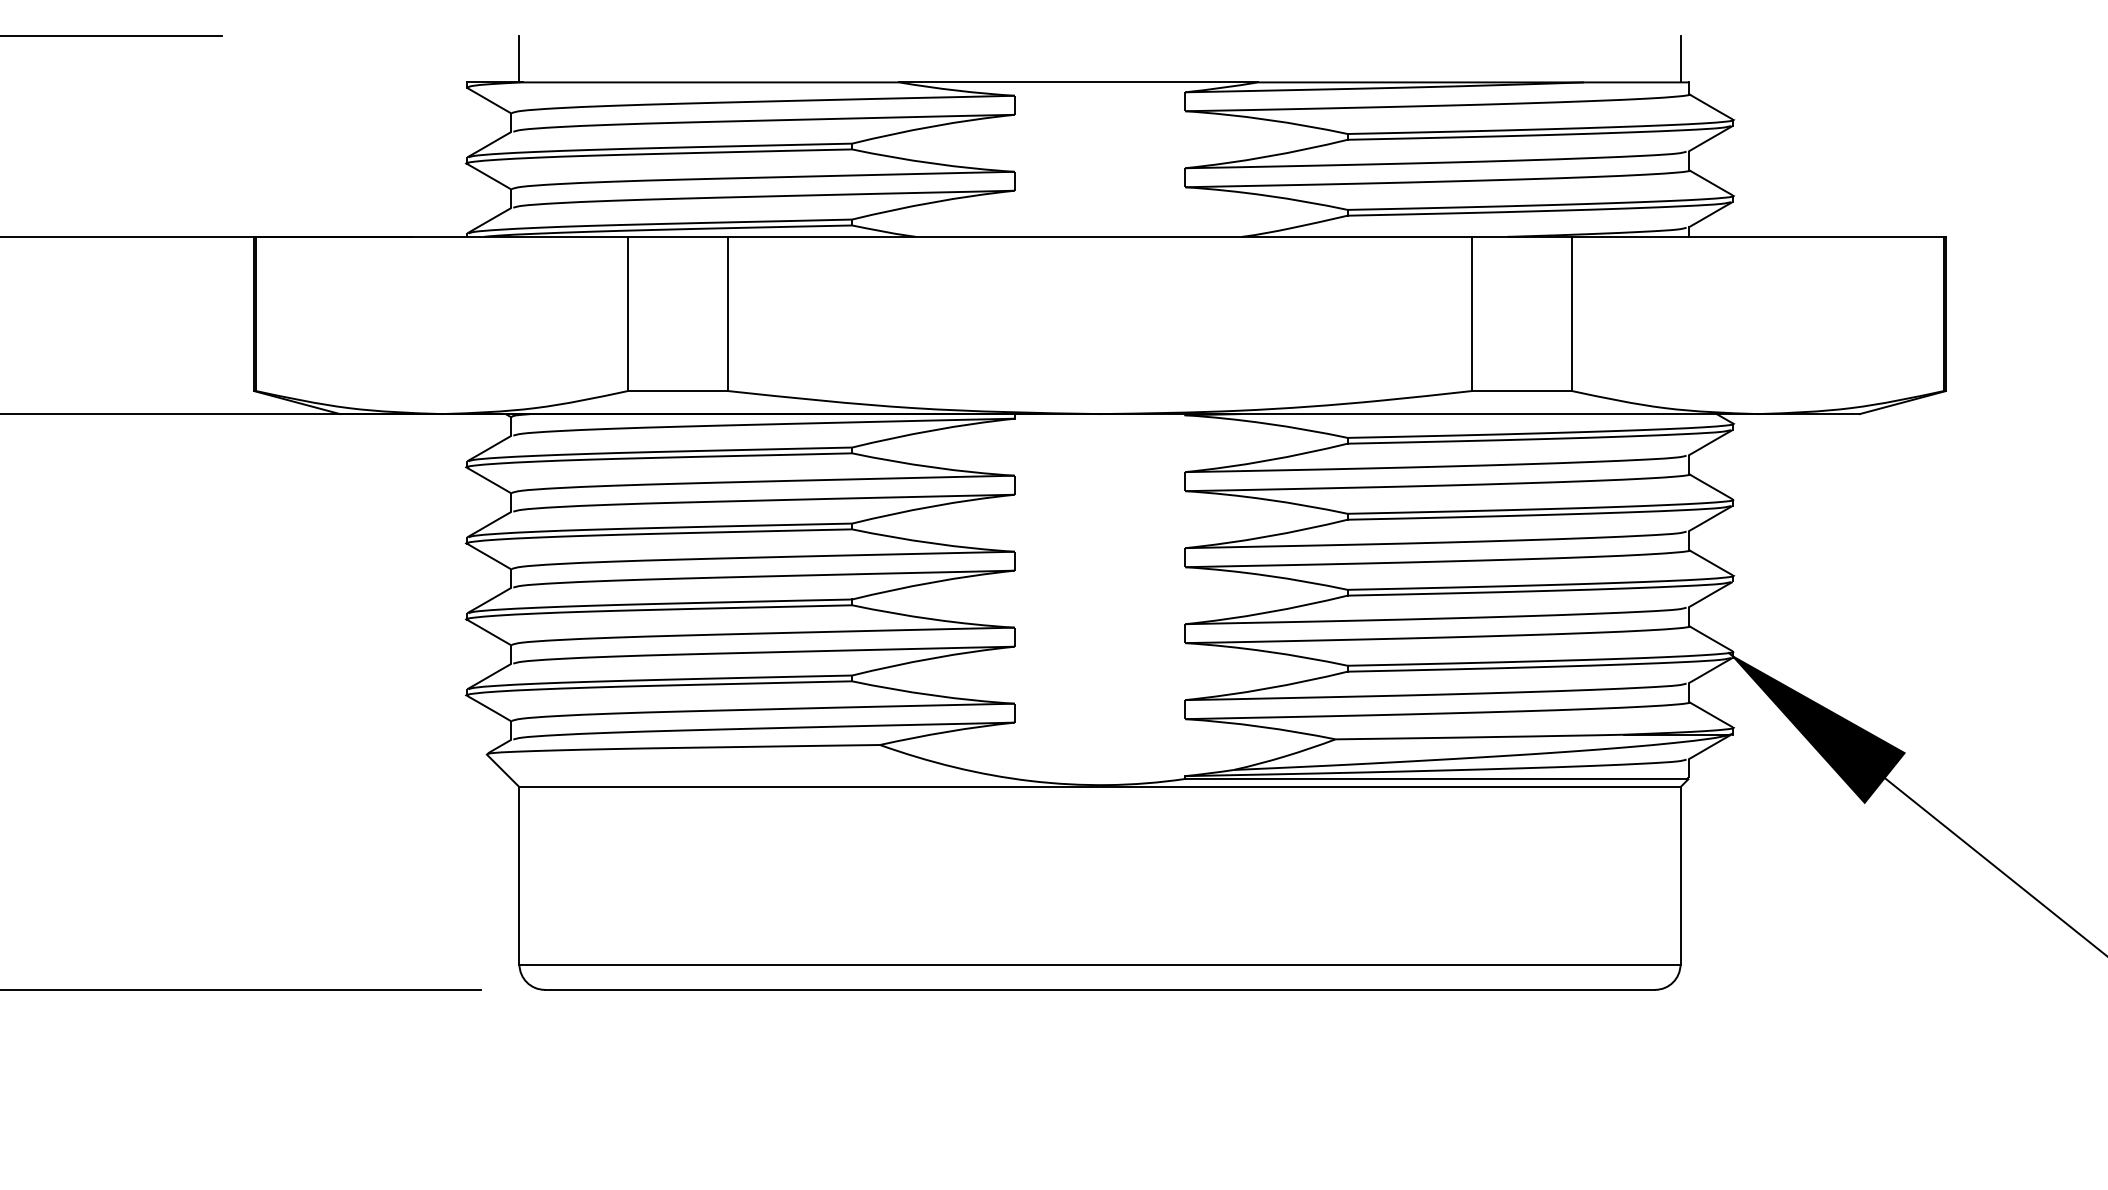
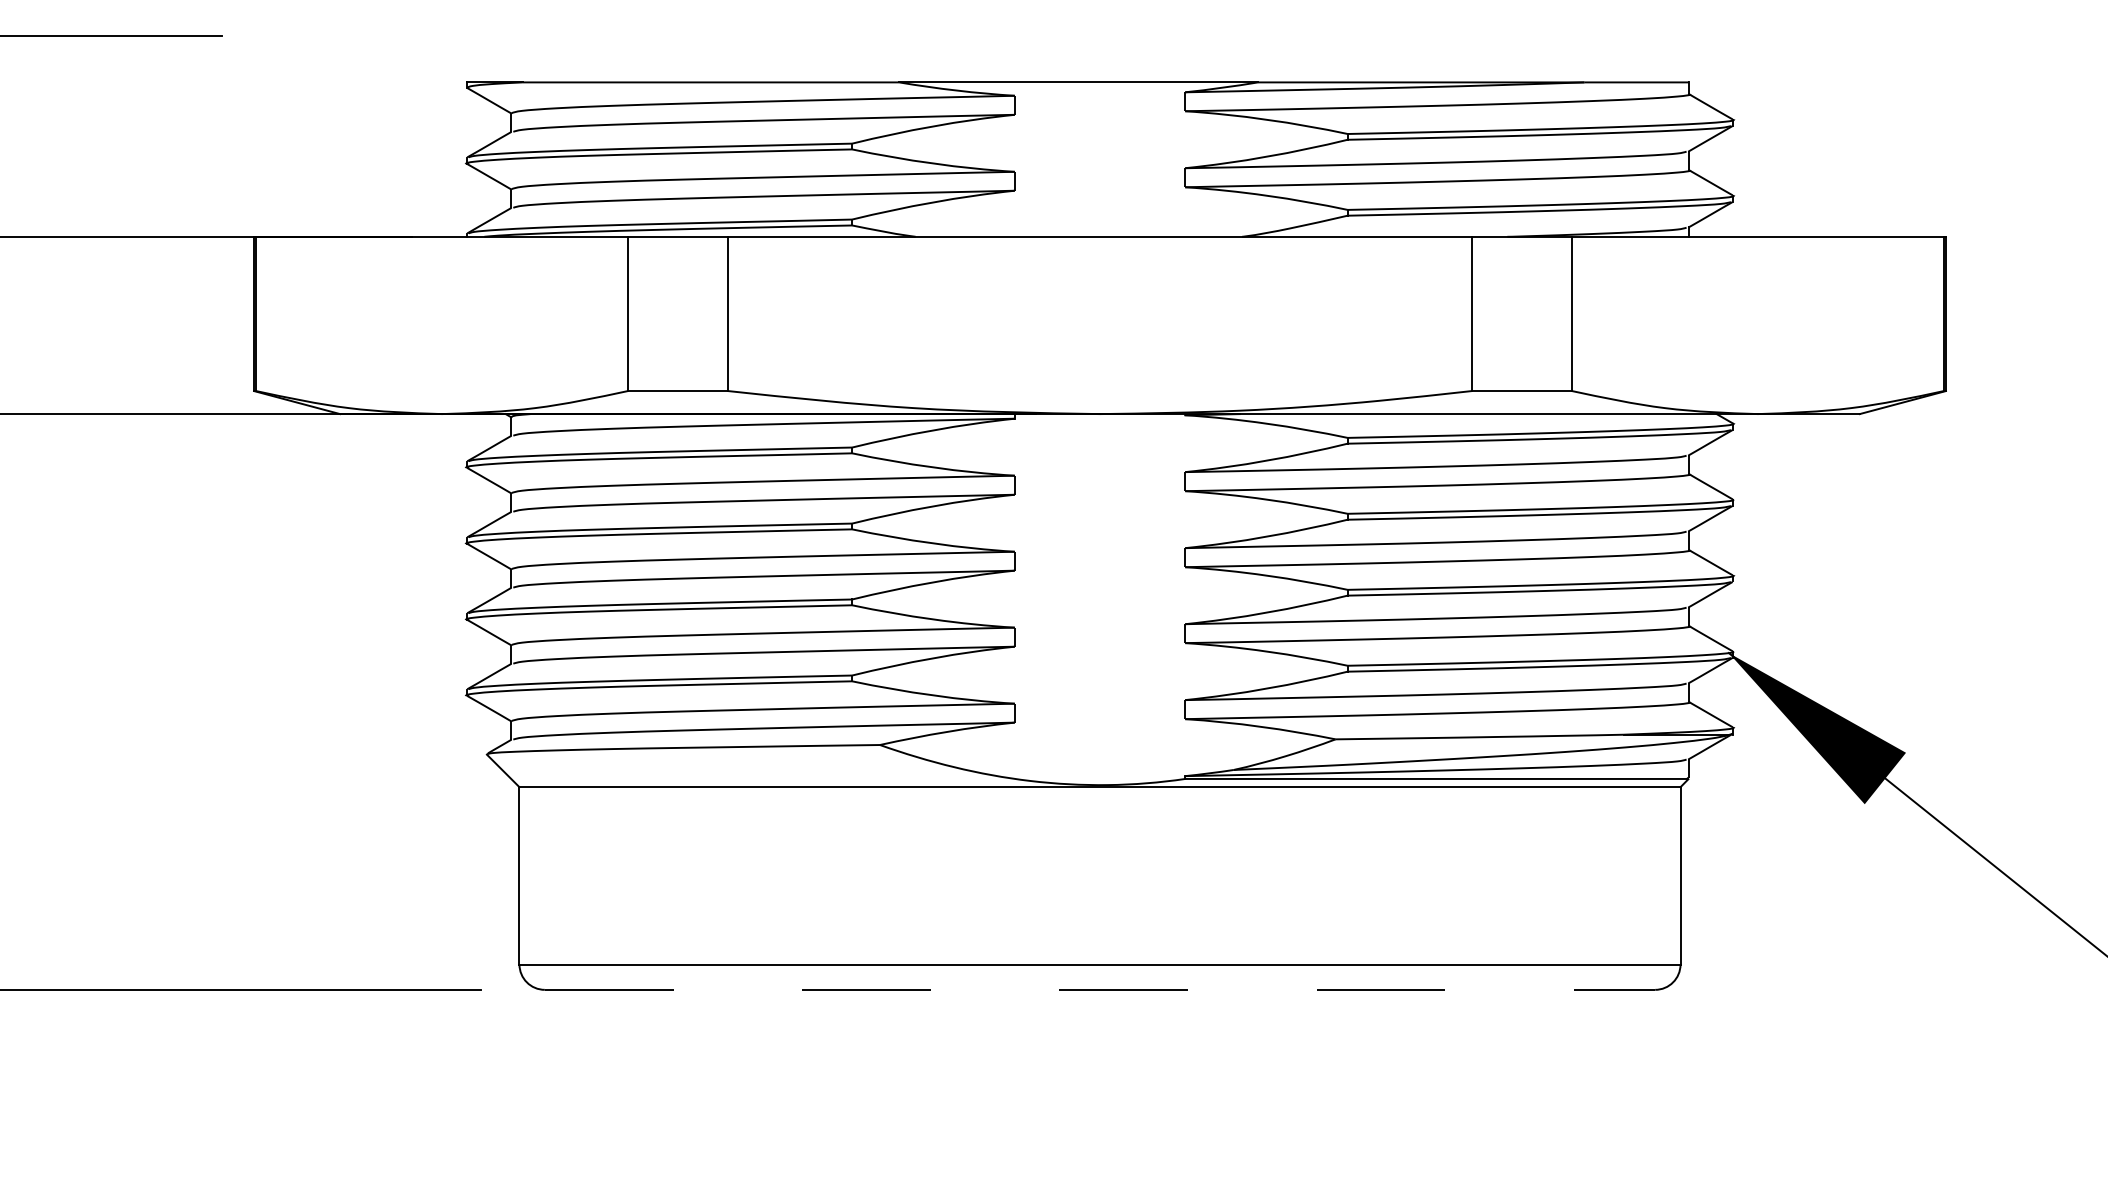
line at (519, 58): present -> none
line at (1680, 58): present -> none
line at (1100, 989): solid -> dashed
